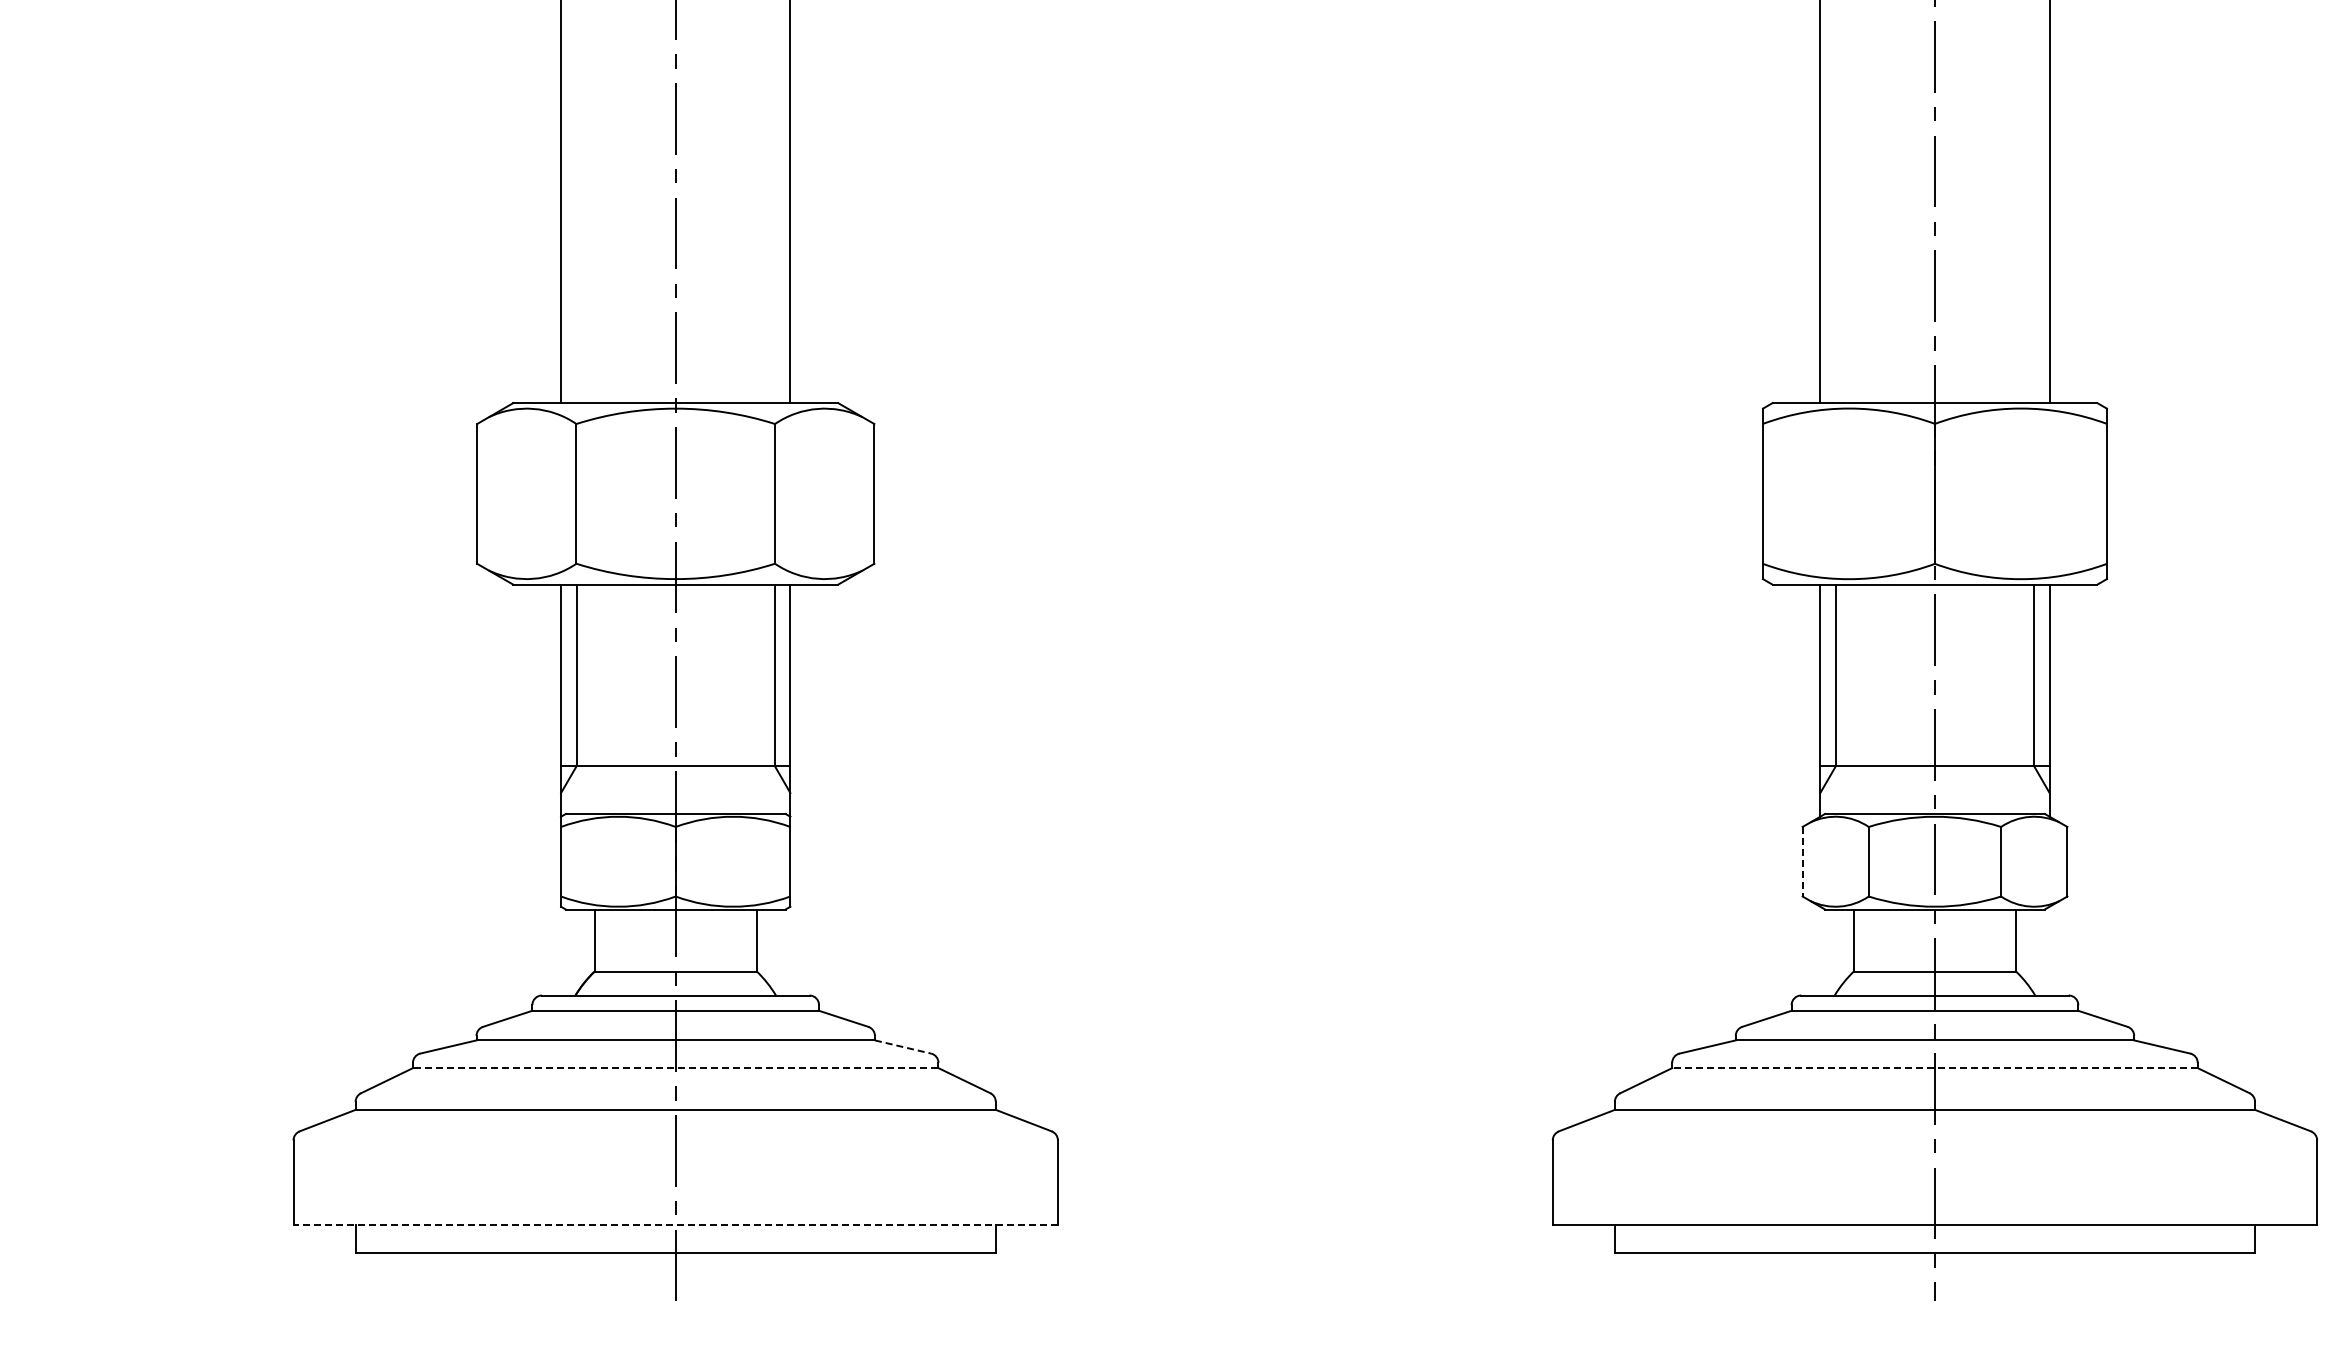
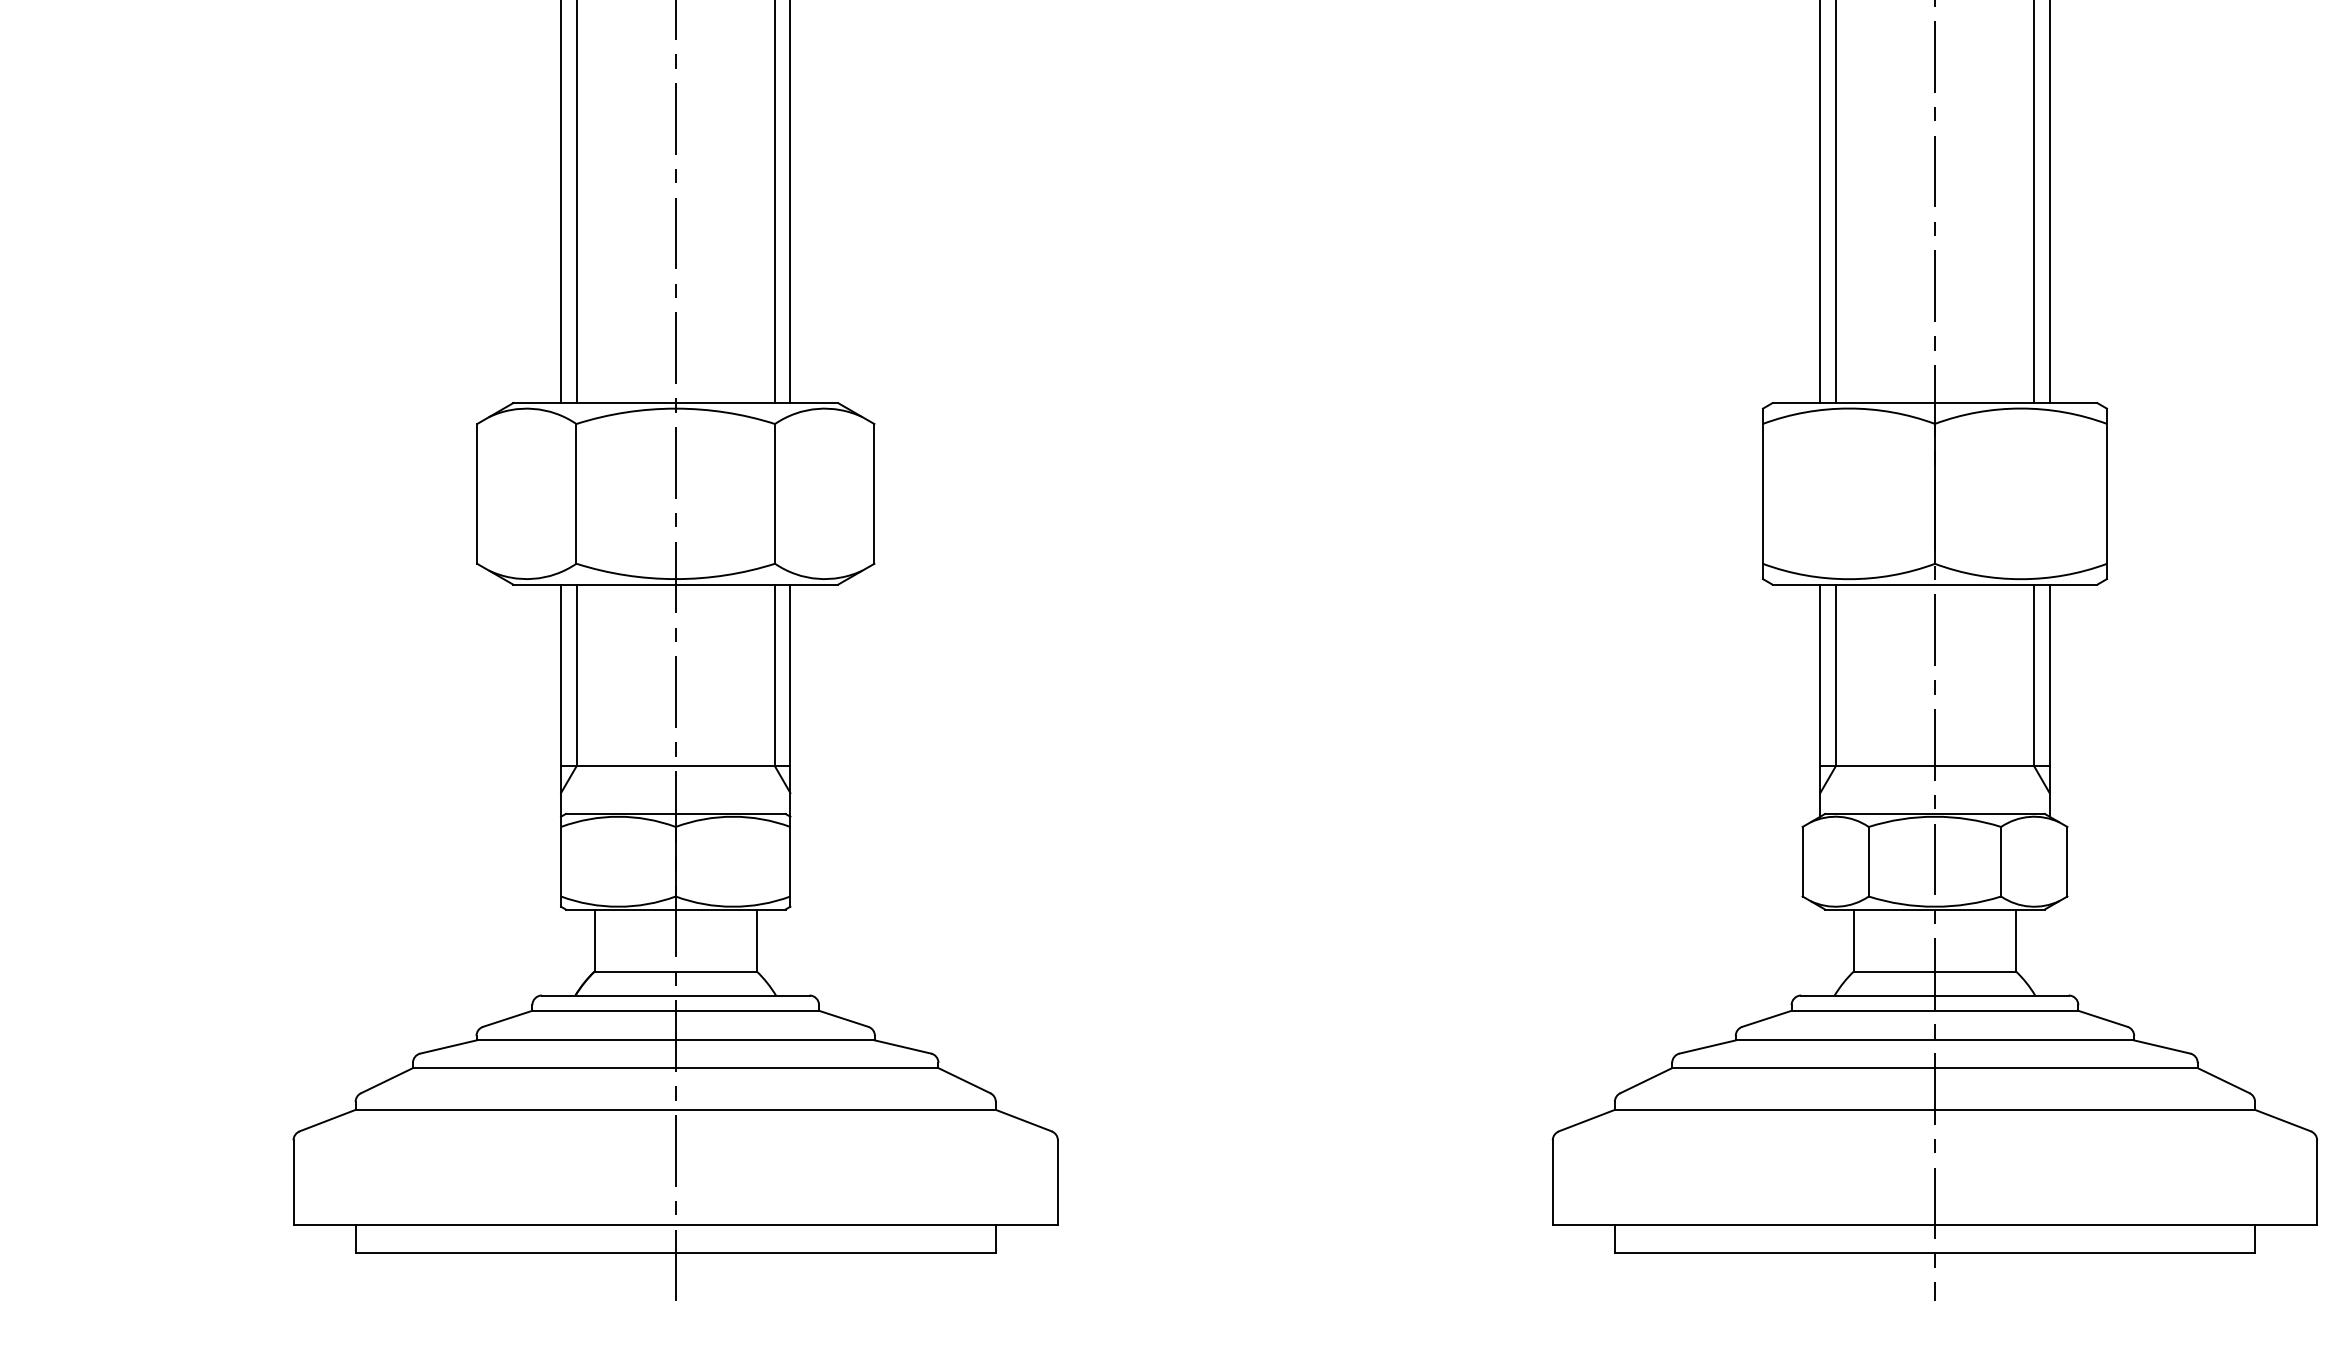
line at (576, 202): none -> present
line at (774, 202): none -> present
line at (1835, 202): none -> present
line at (2034, 202): none -> present
line at (1802, 861): dashed -> solid
line at (903, 1047): dashed -> solid
line at (675, 1068): dashed -> solid
line at (1934, 1068): dashed -> solid
line at (675, 1224): dashed -> solid
